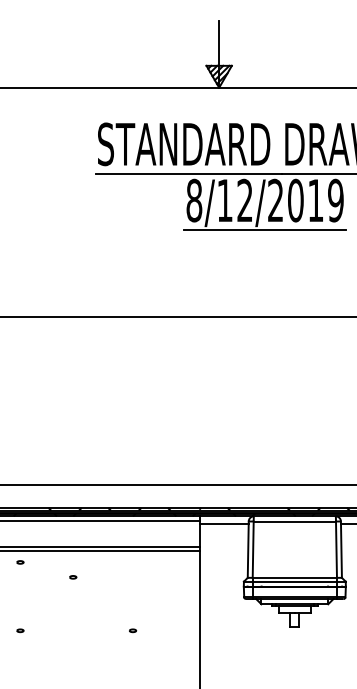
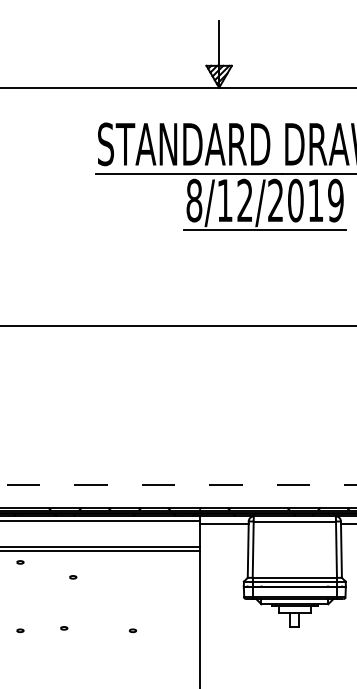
line at (177, 316) position: (177, 316) -> (177, 325)
line at (179, 485): solid -> dashed
part at (64, 628): none -> present
